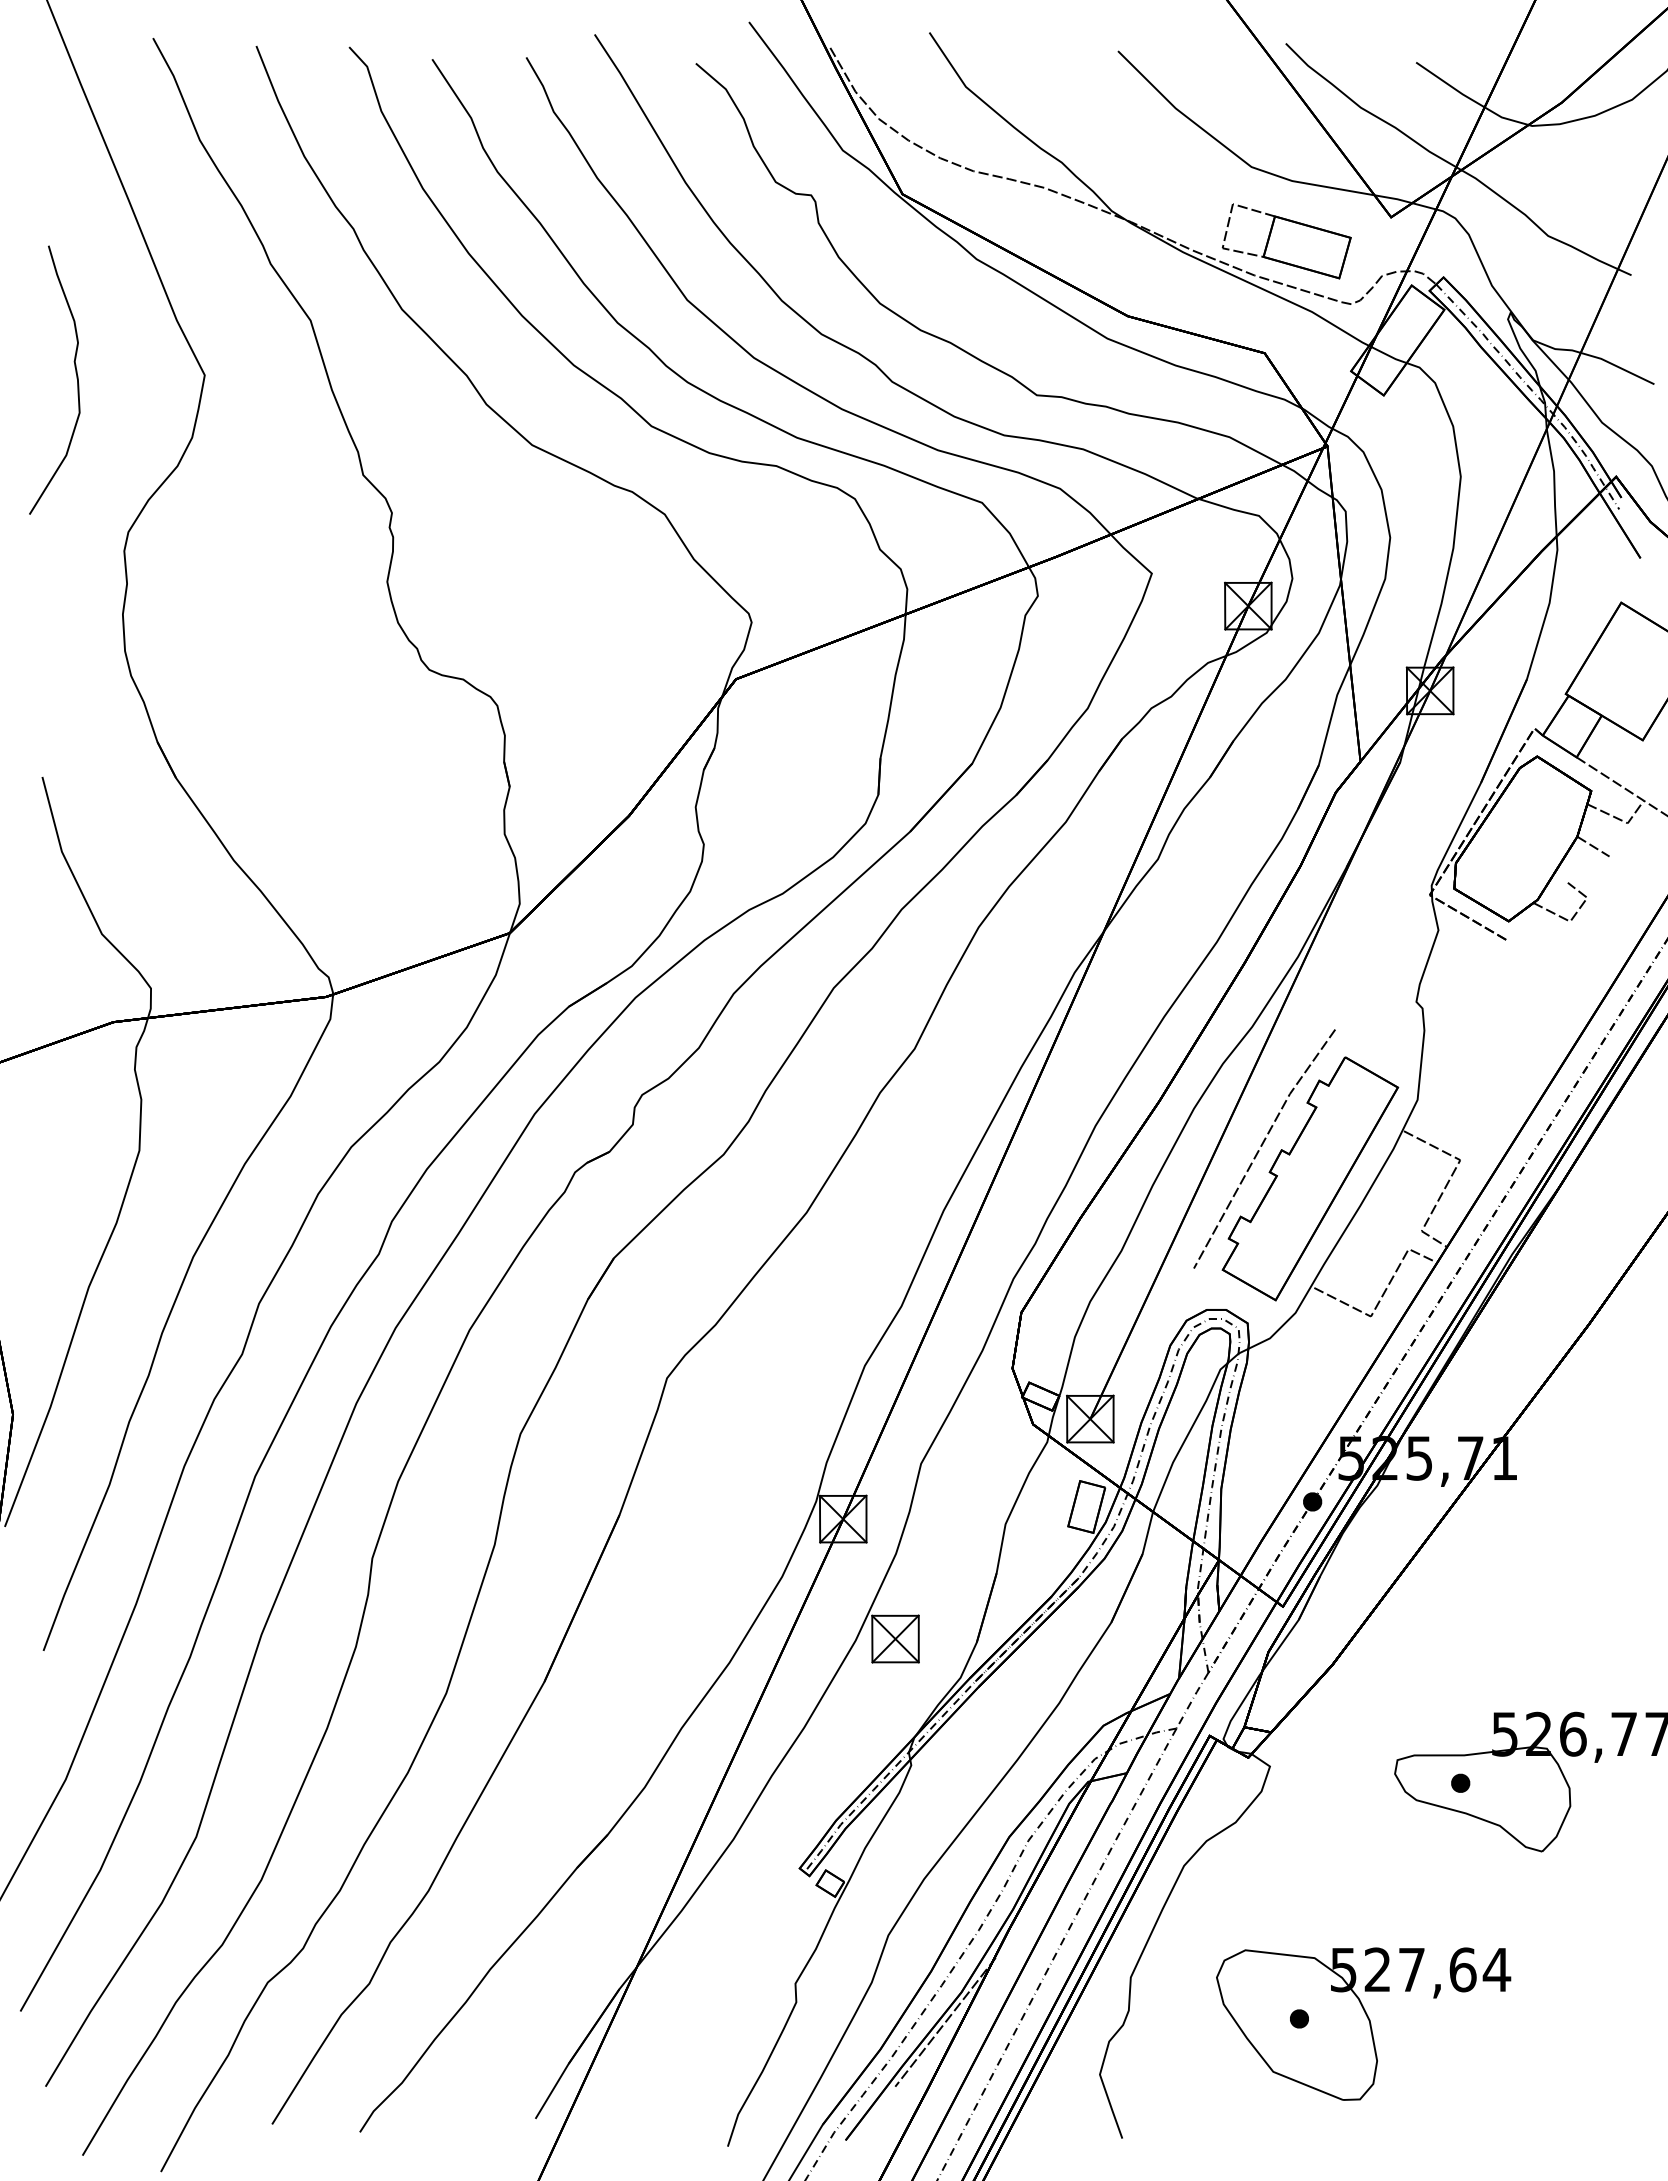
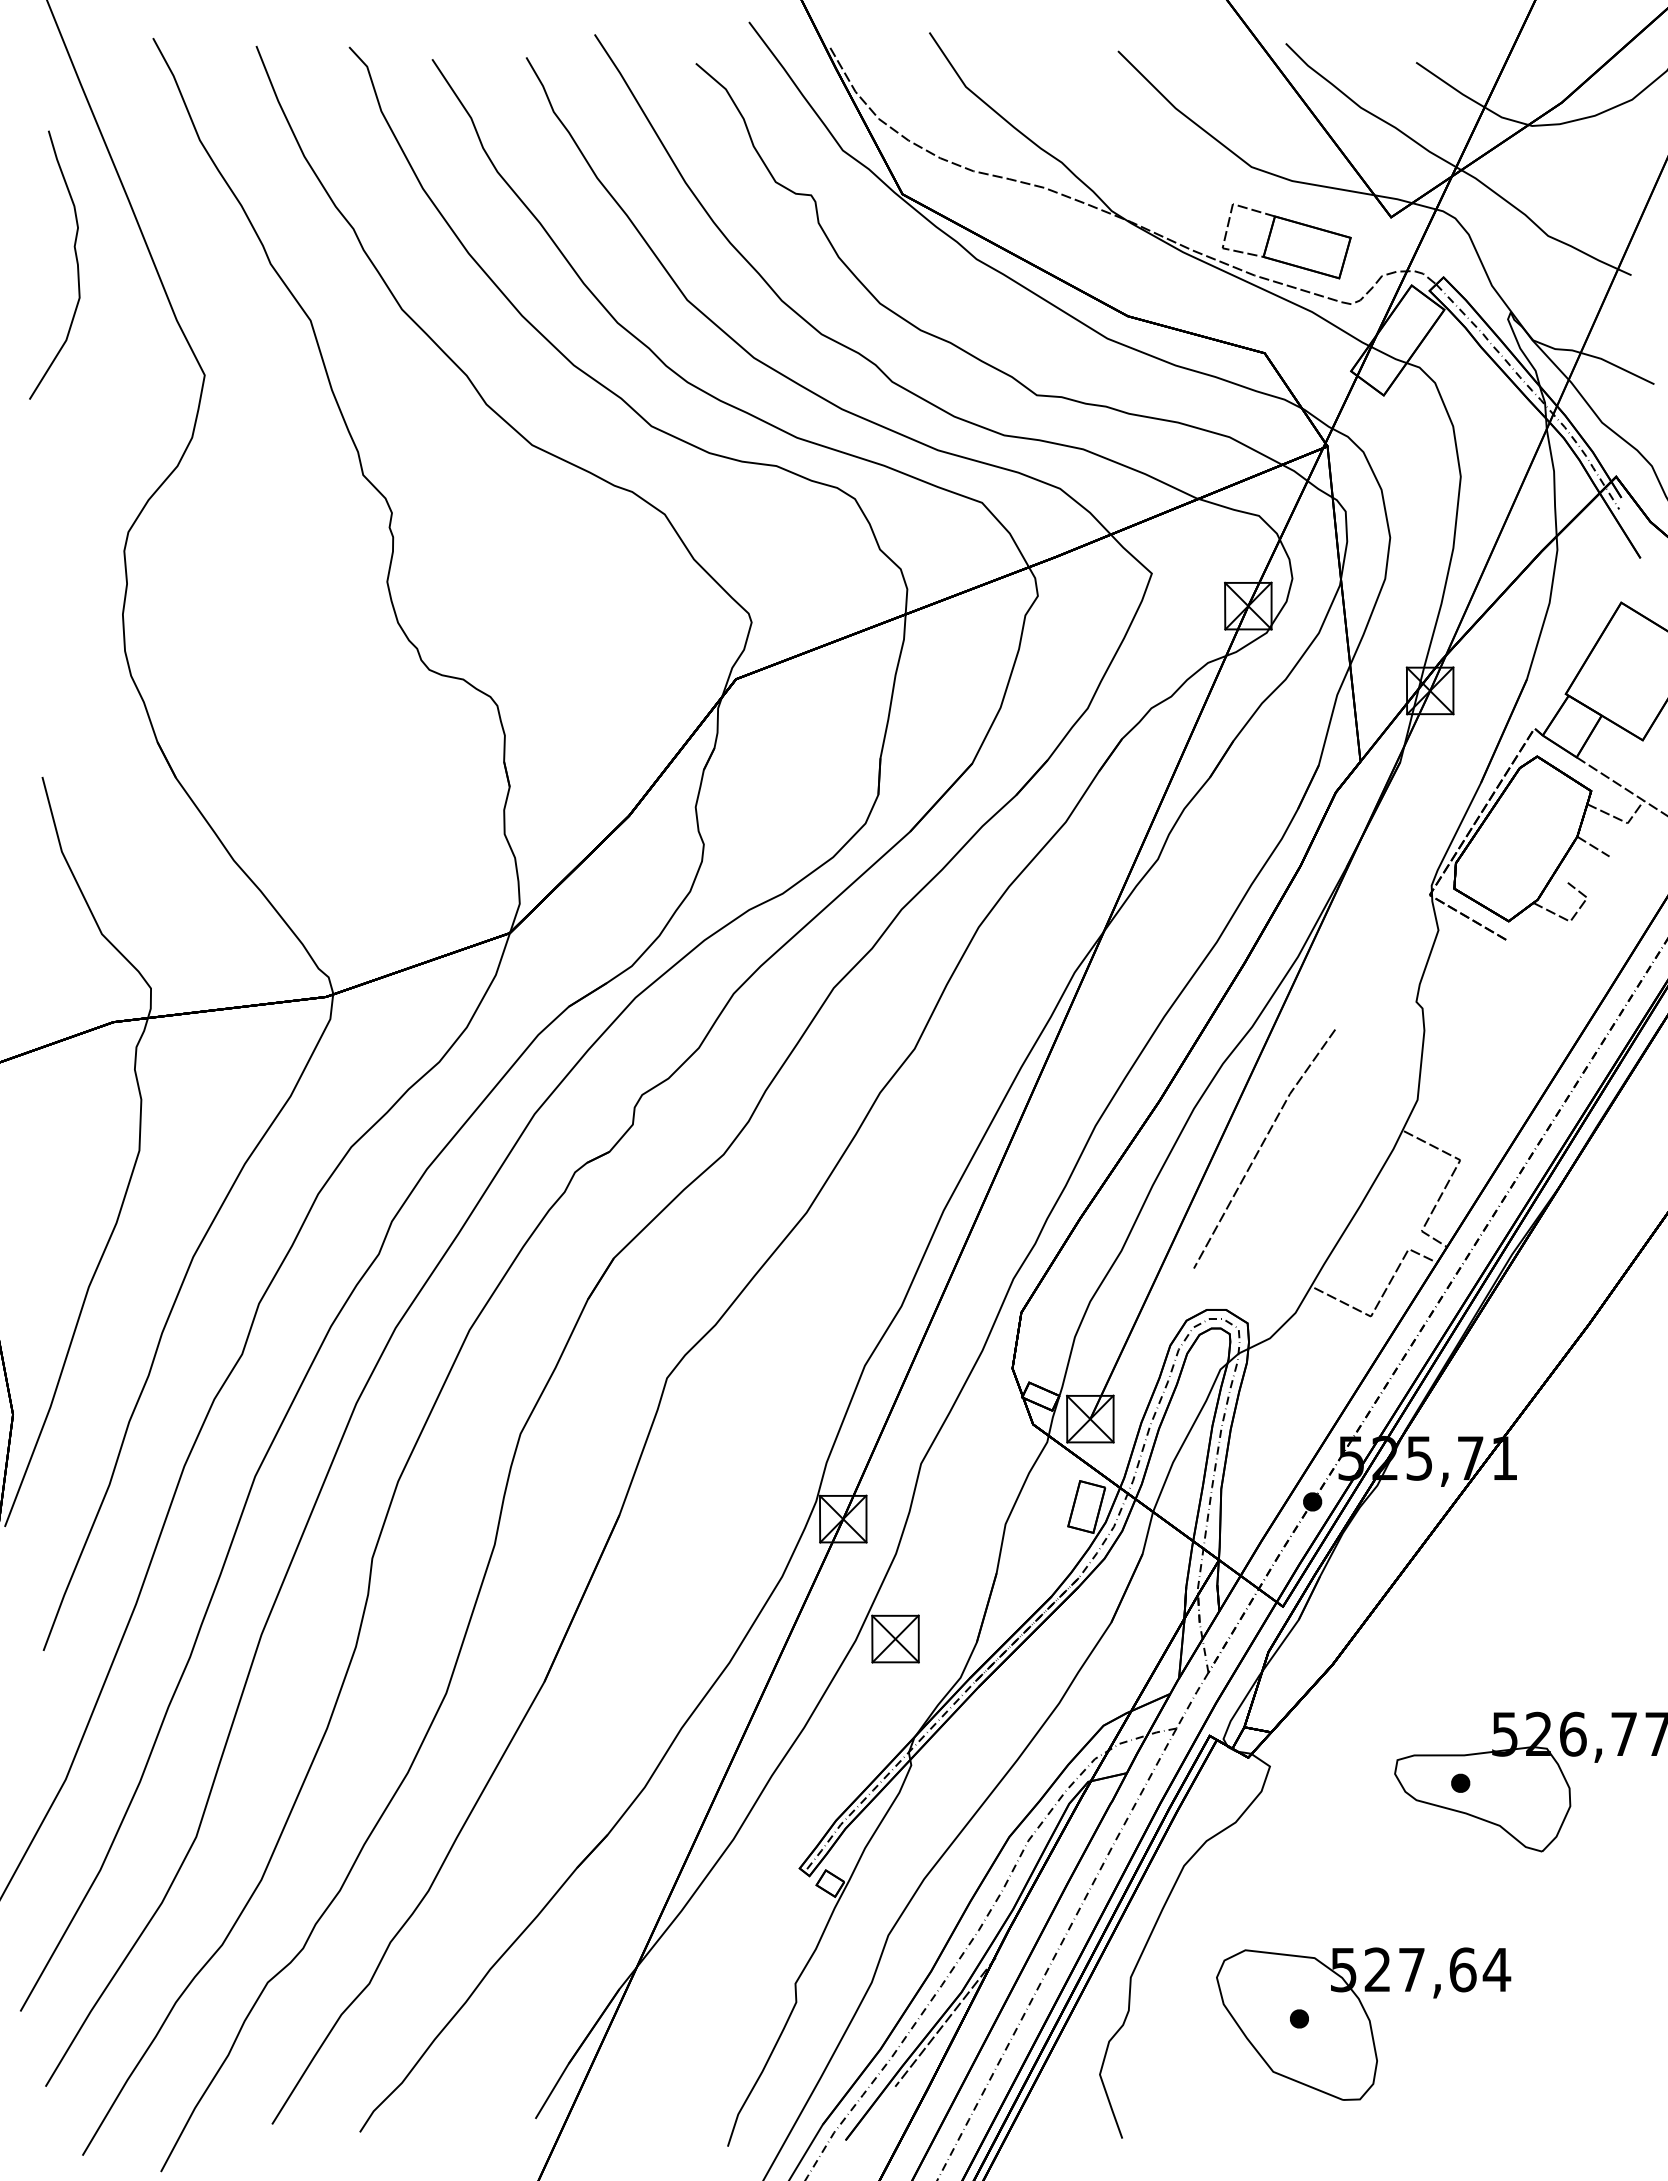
curve at (75, 373) position: (75, 373) -> (75, 258)
part at (1310, 1178): present -> none
